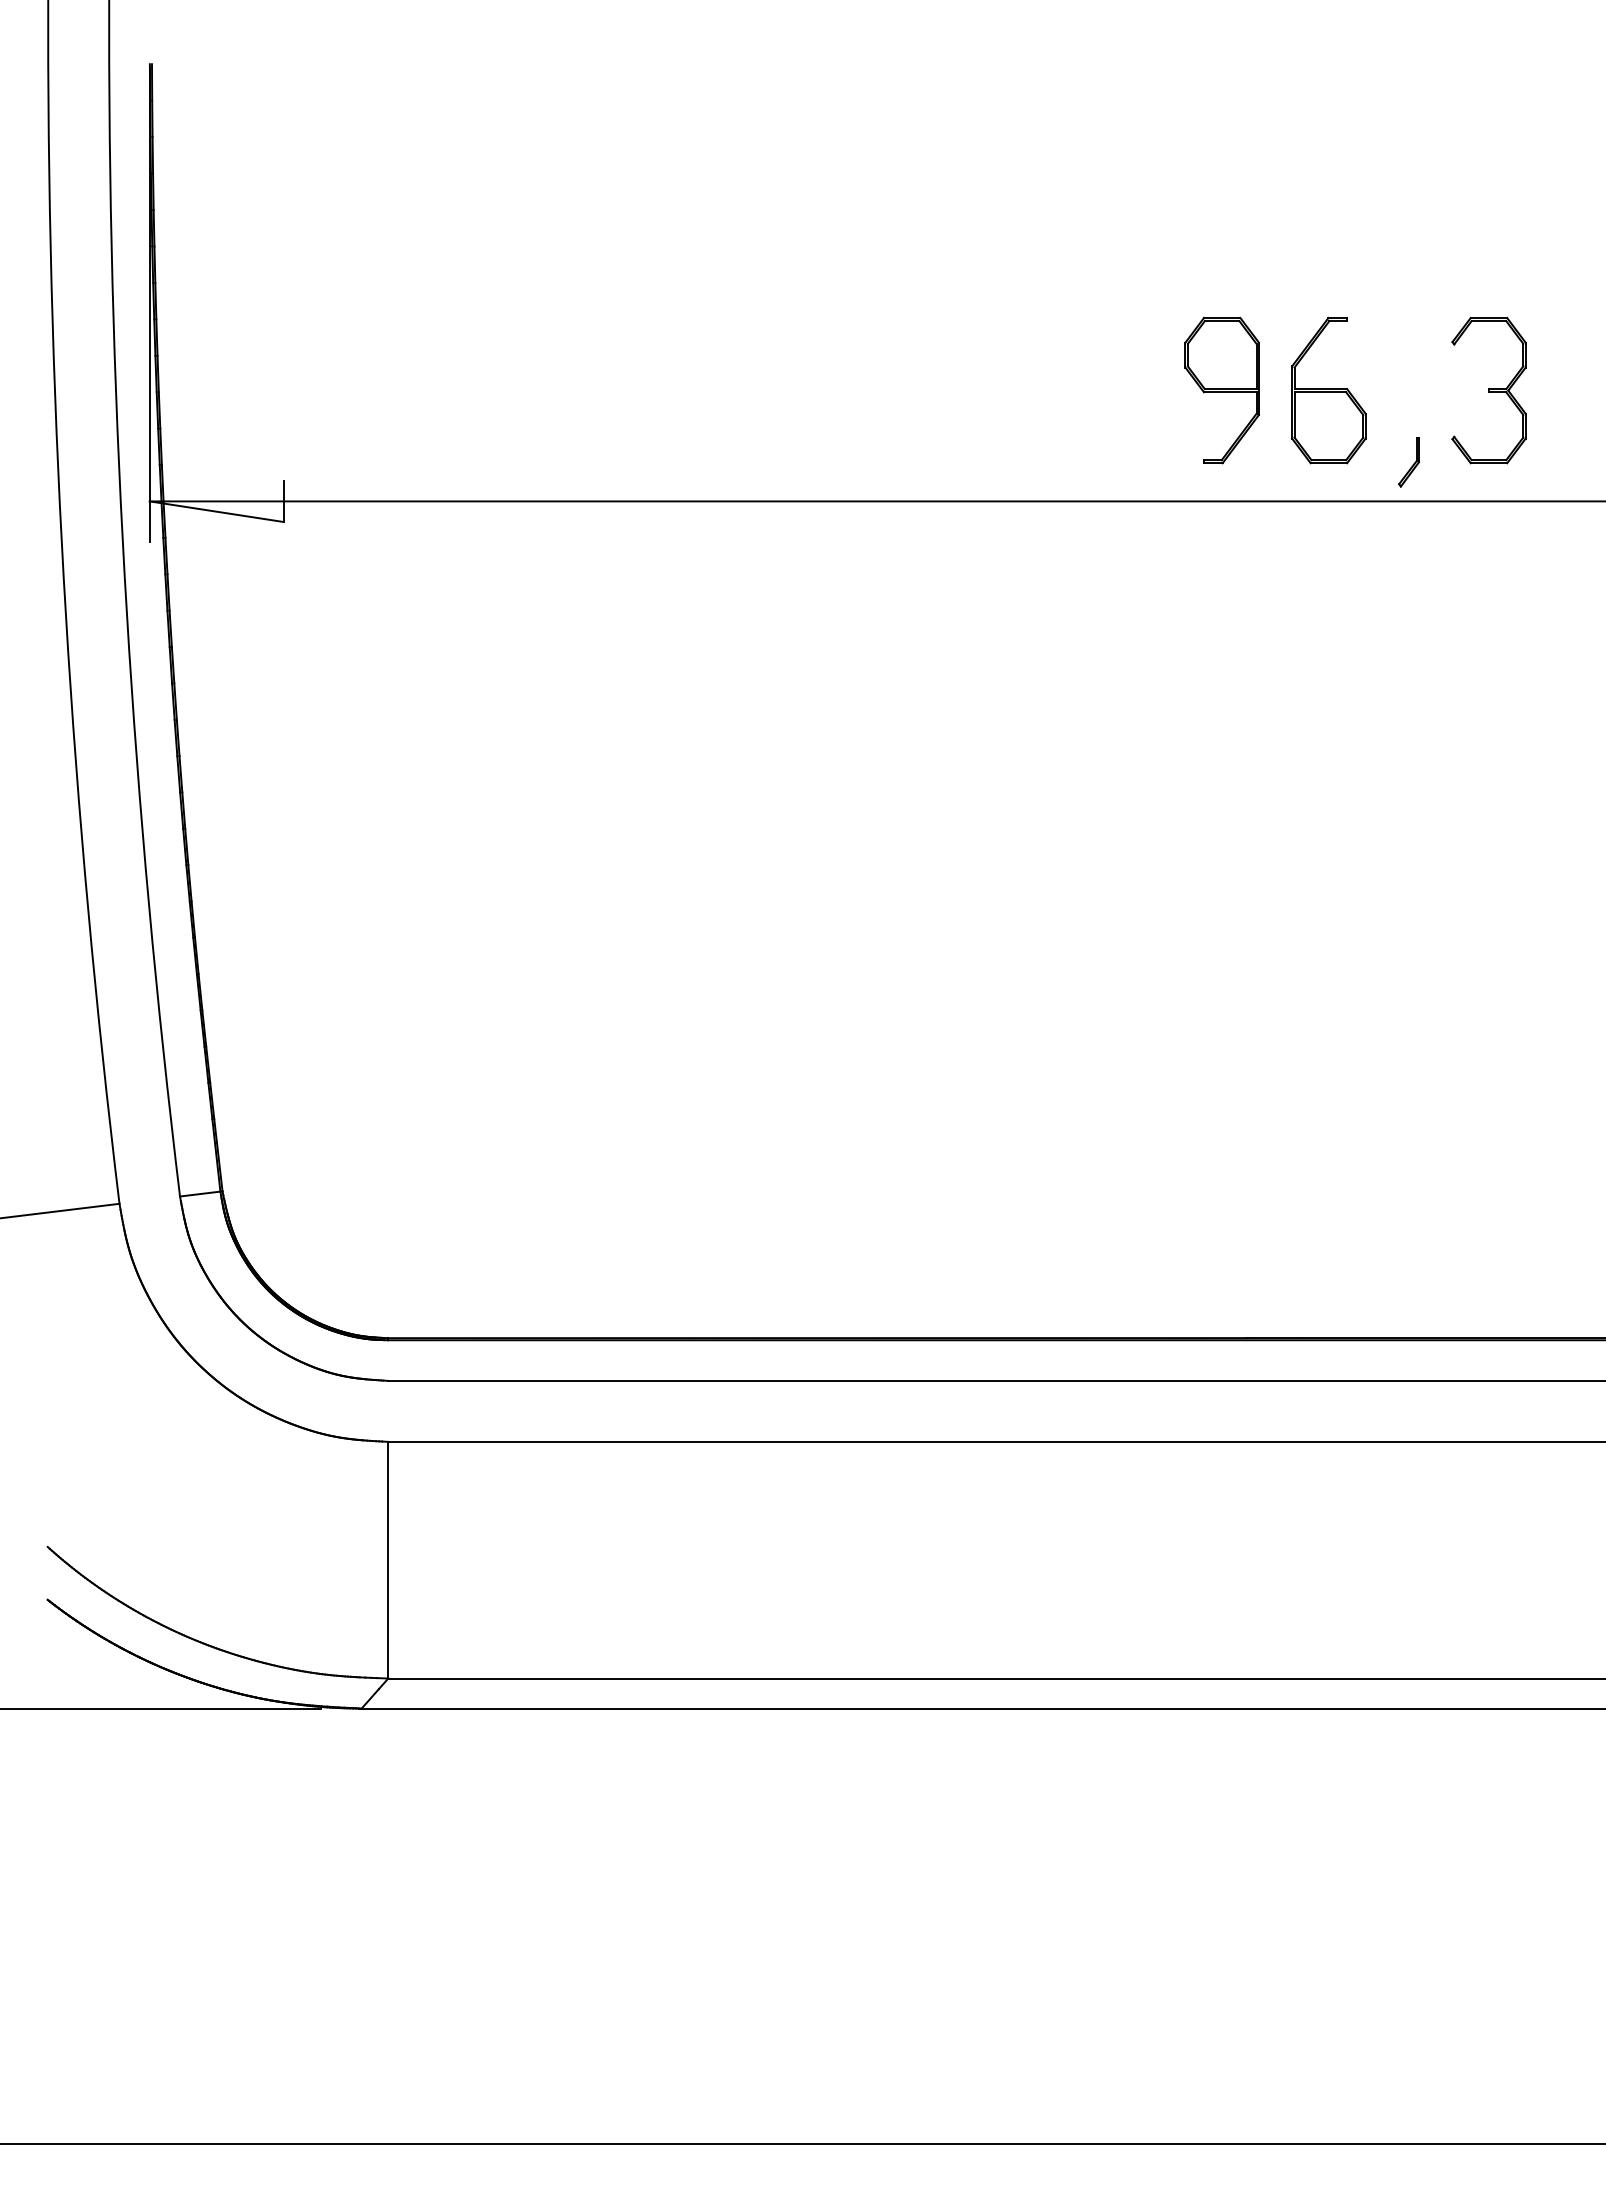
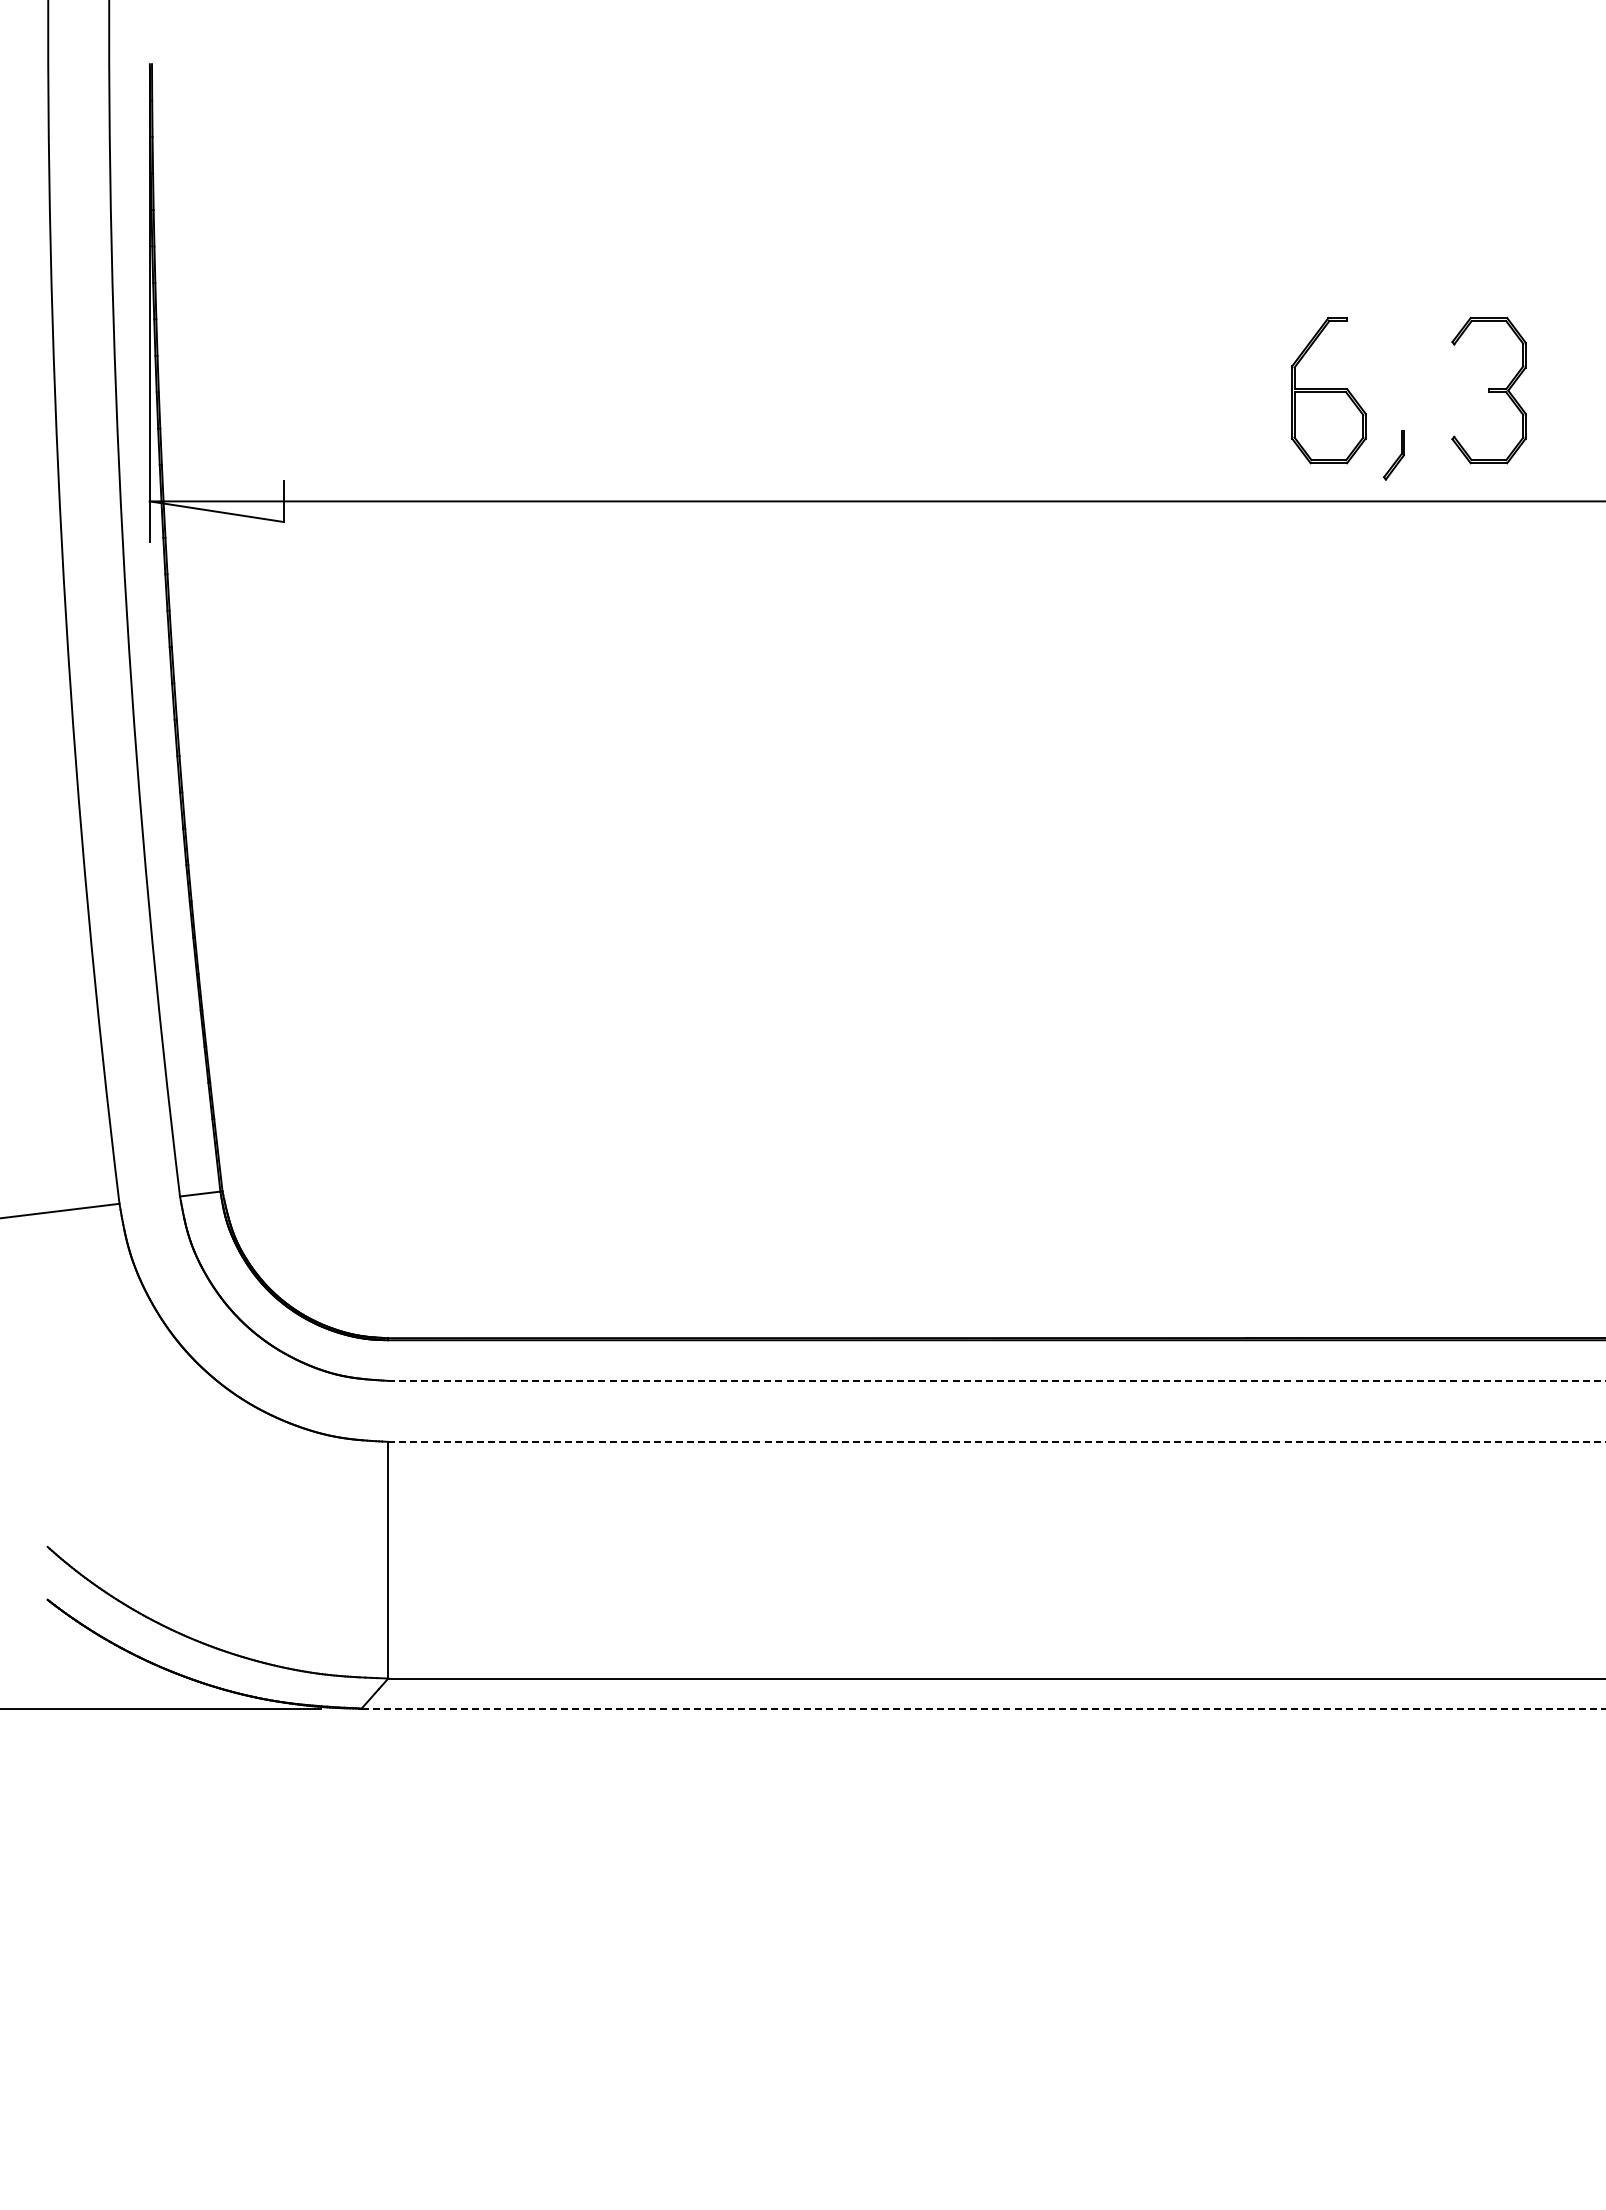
part at (1221, 390): present -> none
part at (1408, 462) position: (1408, 462) -> (1393, 455)
line at (997, 1380): solid -> dashed
line at (997, 1441): solid -> dashed
line at (983, 1708): solid -> dashed
line at (802, 2143): present -> none
